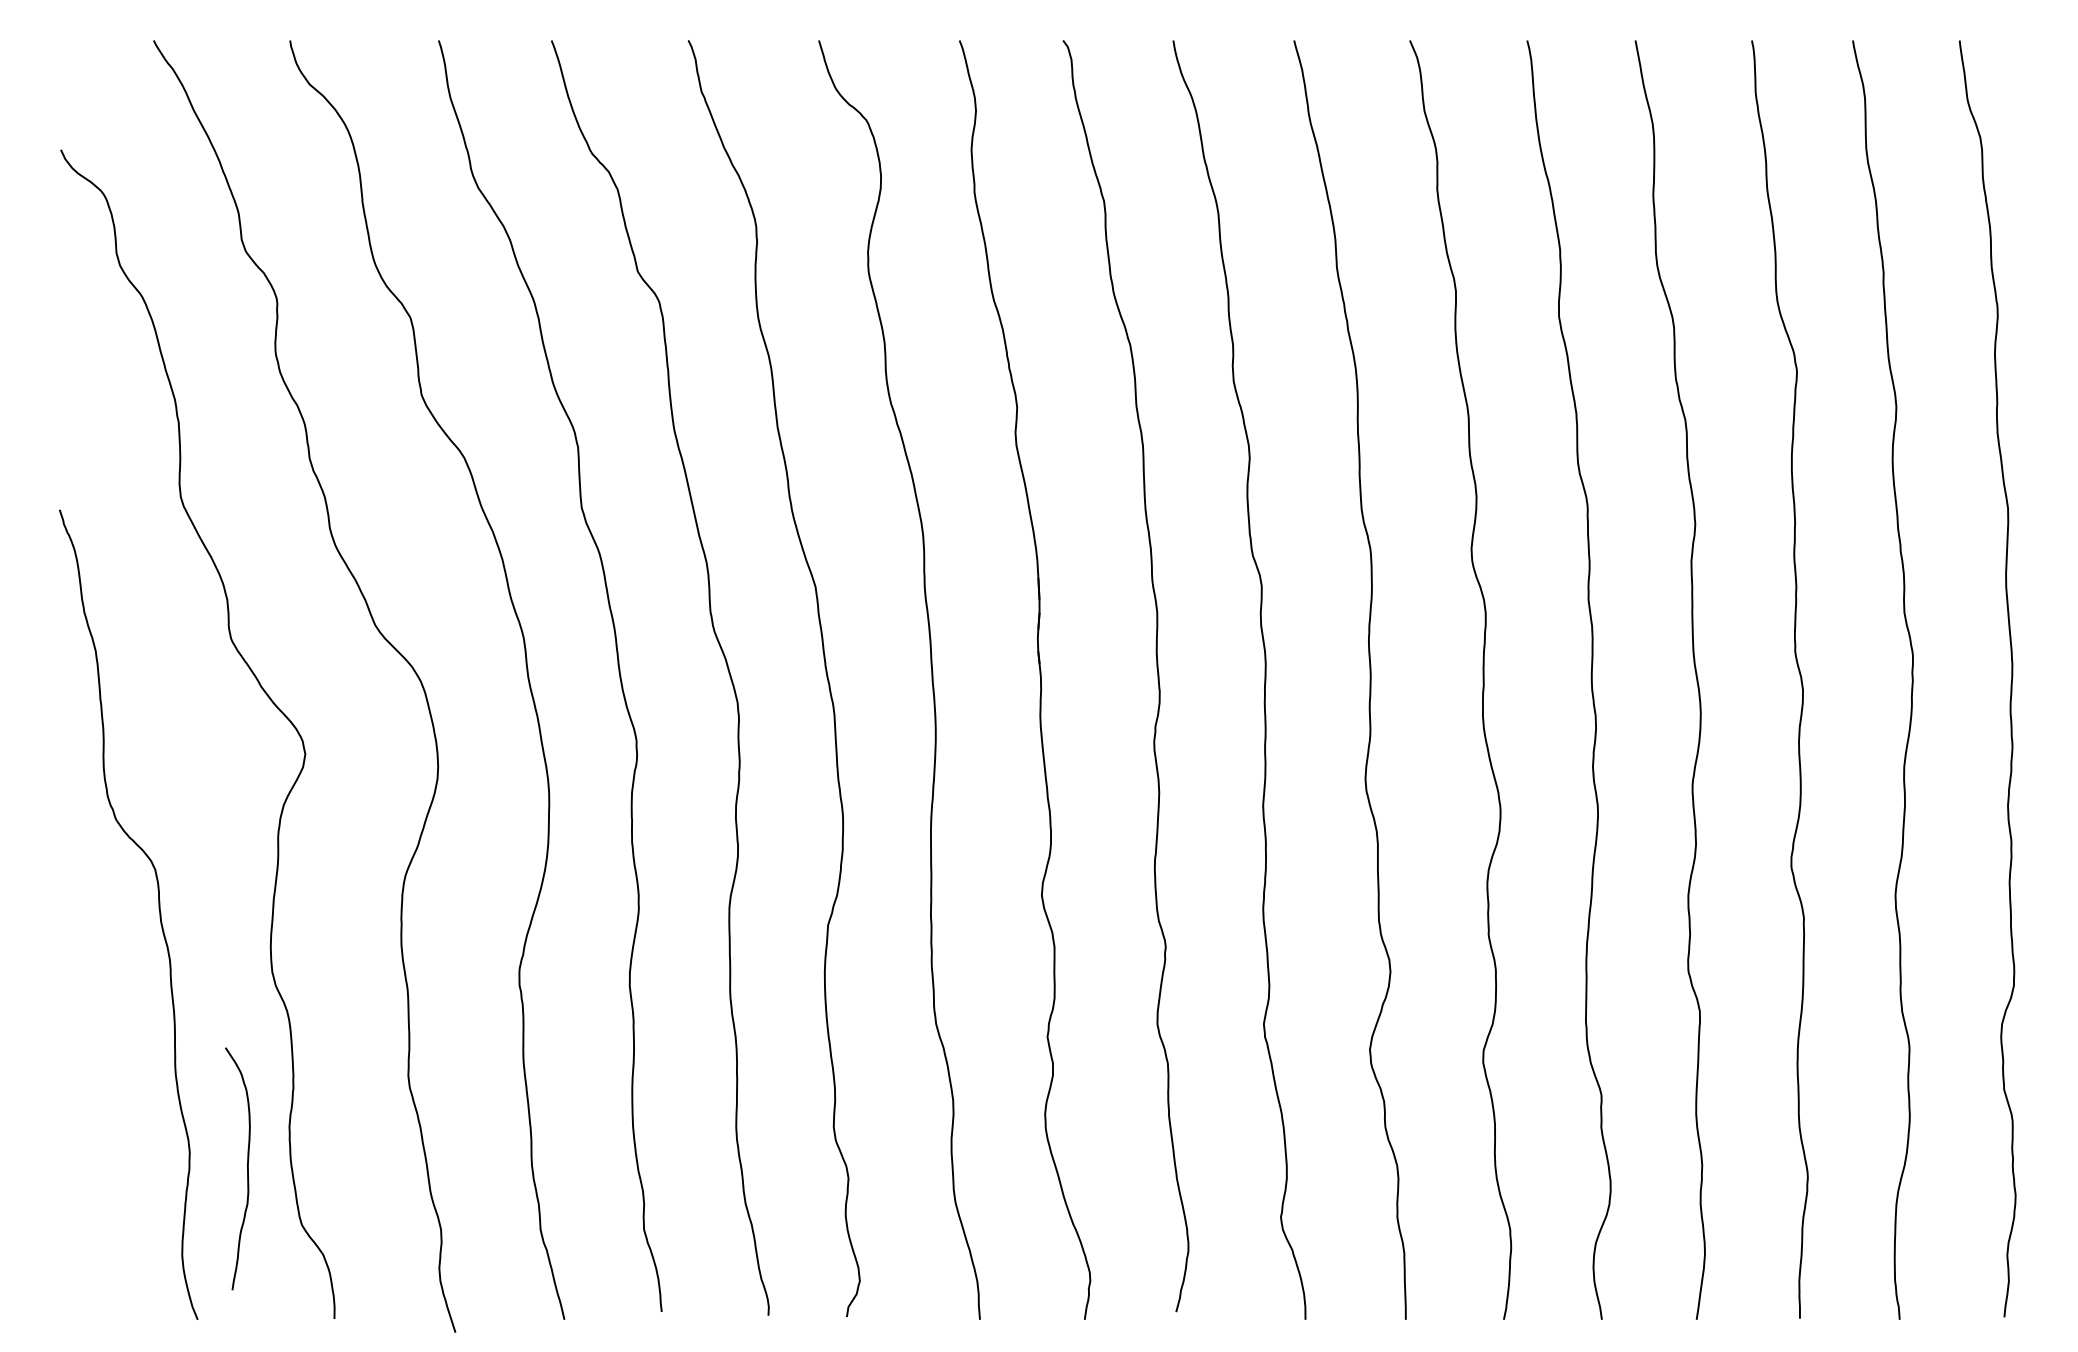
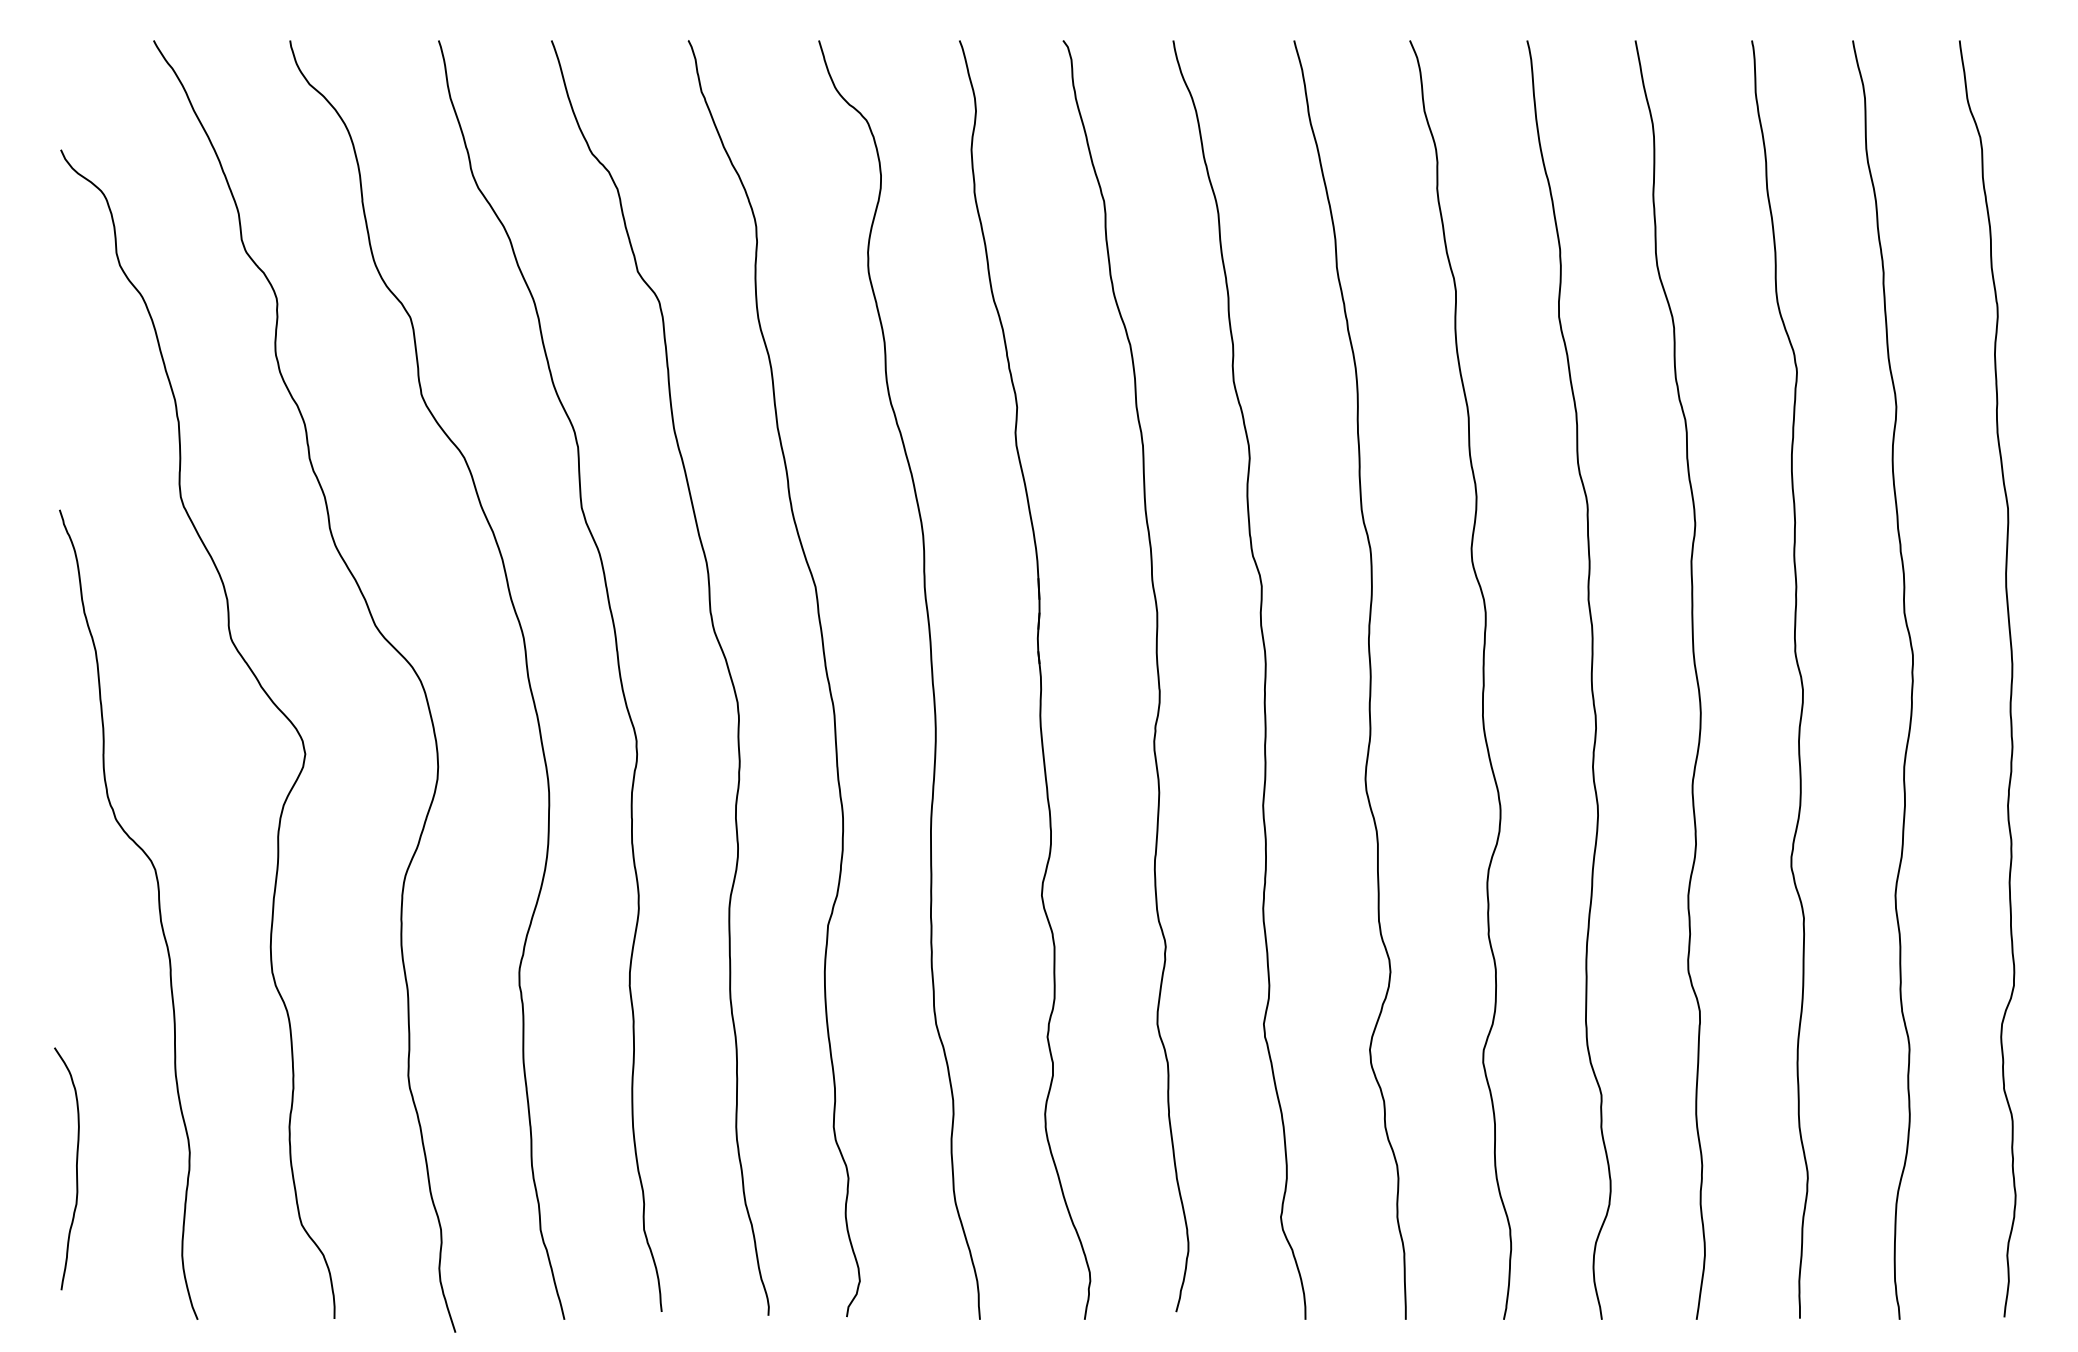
curve at (247, 1168) position: (247, 1168) -> (76, 1168)
